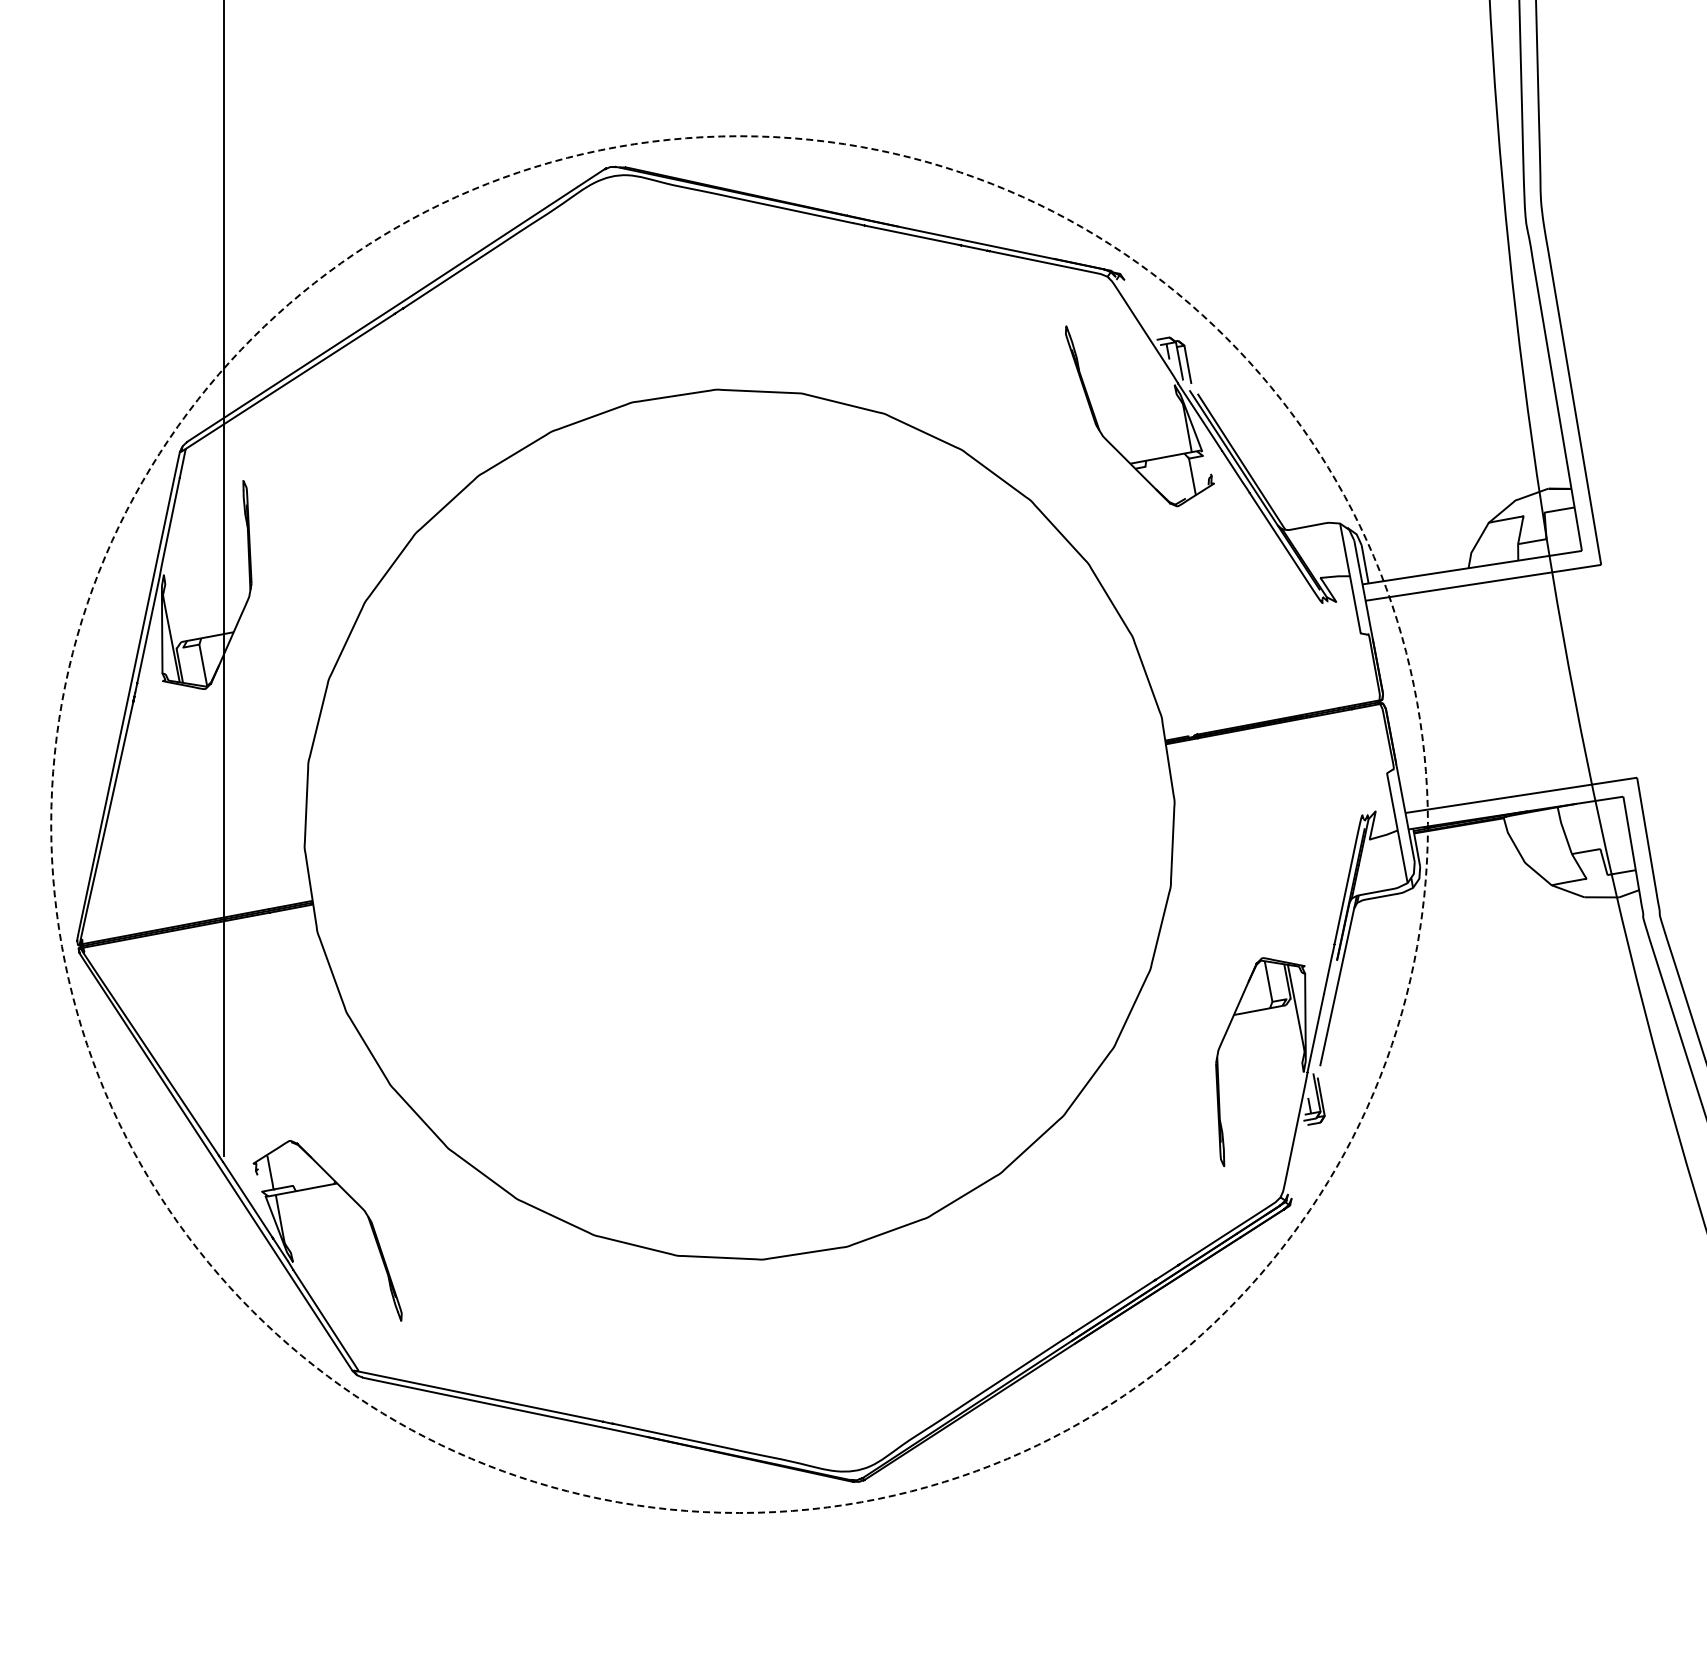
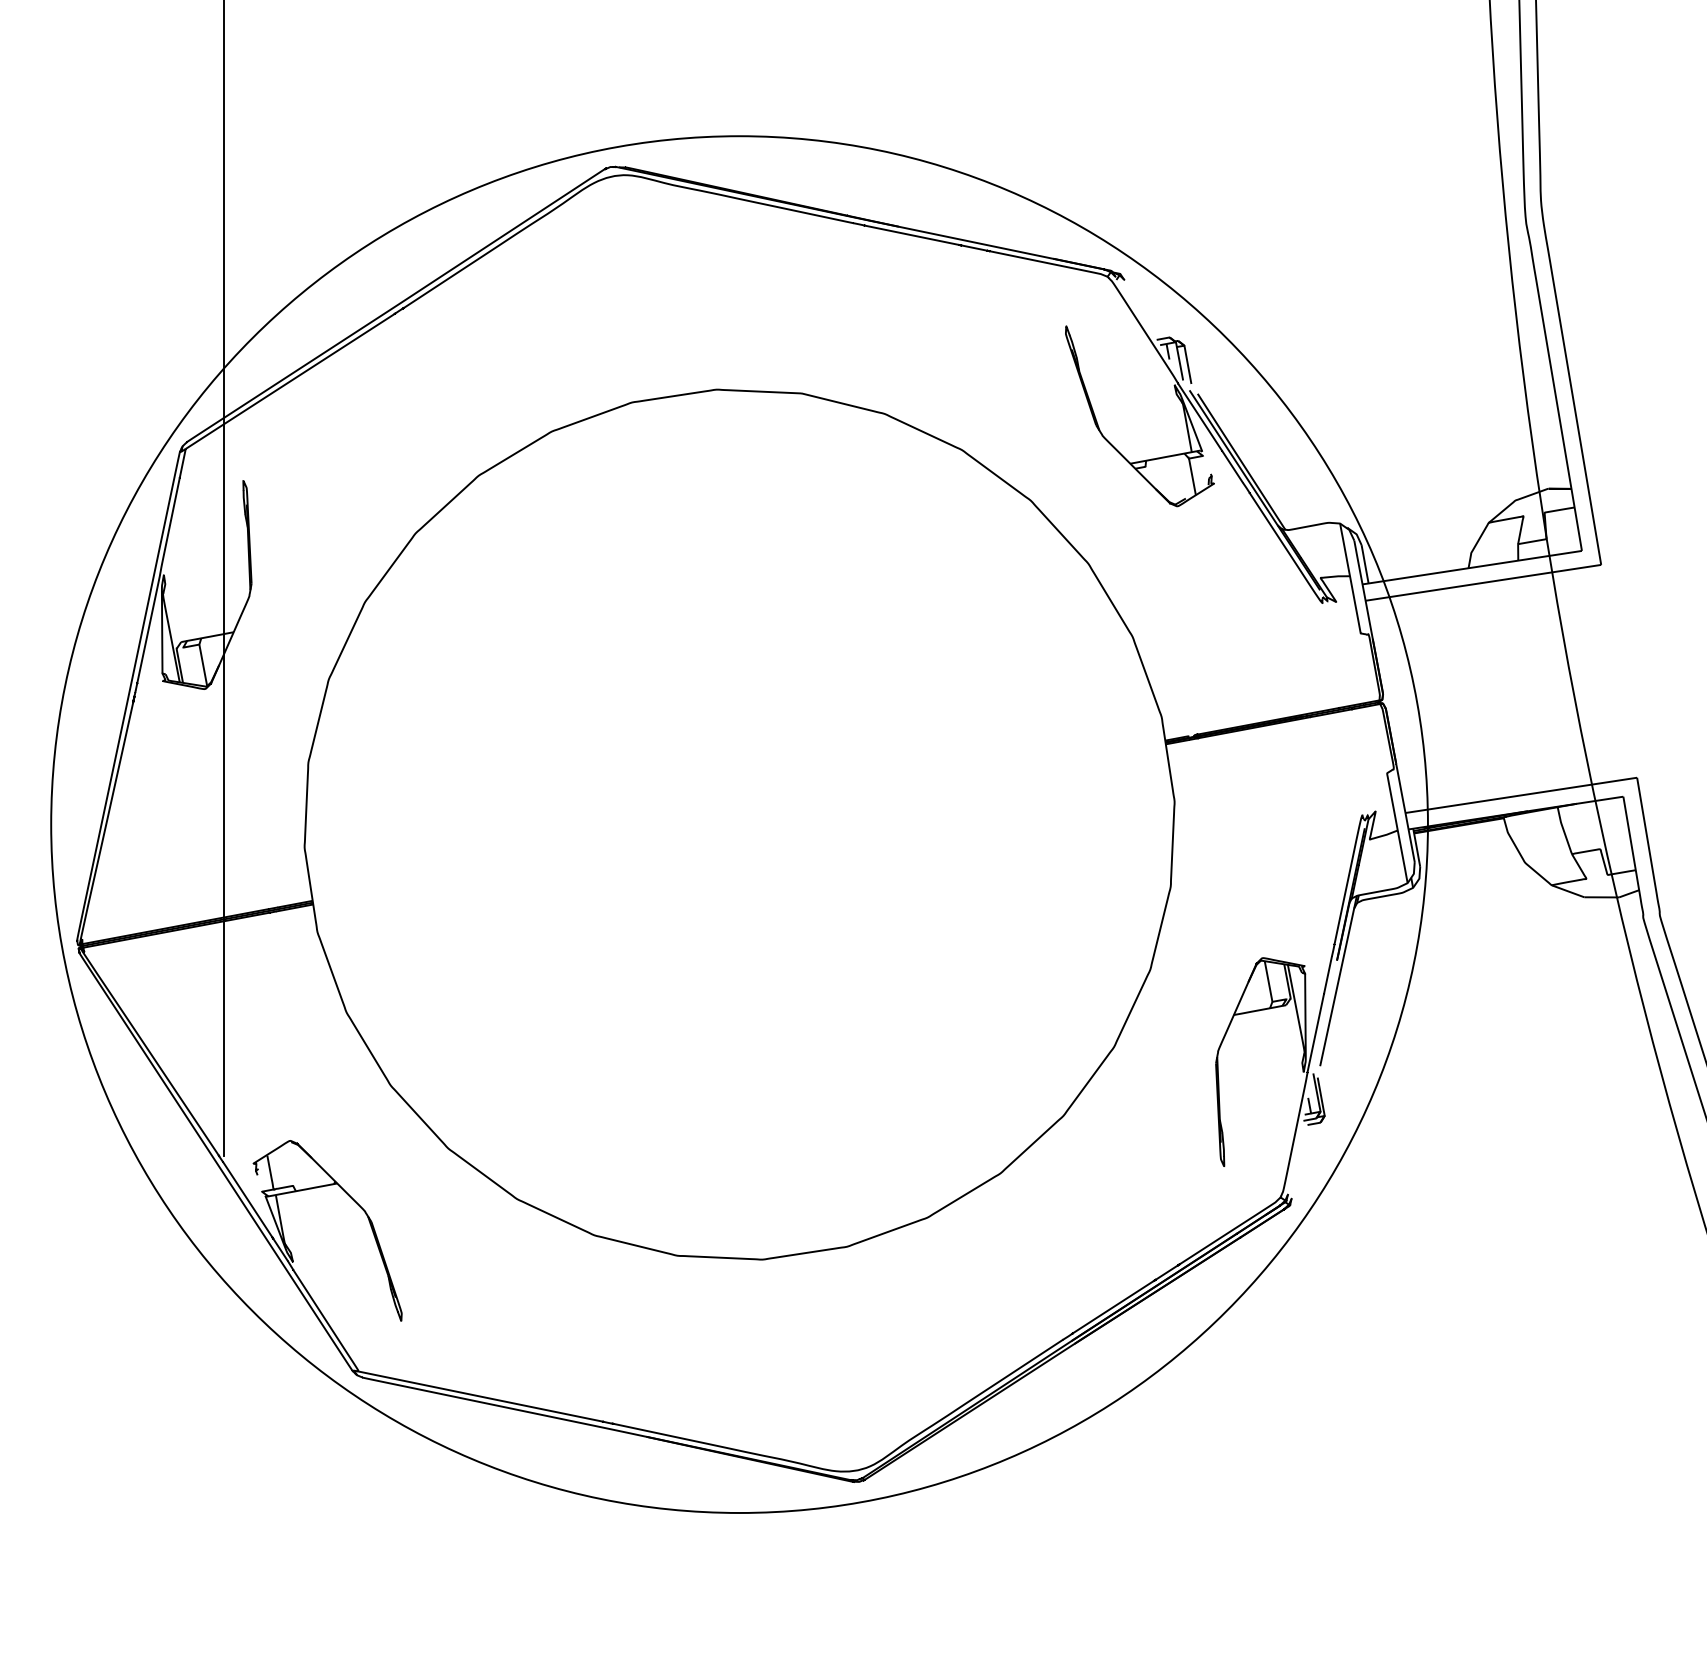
circle at (739, 824): dashed -> solid
